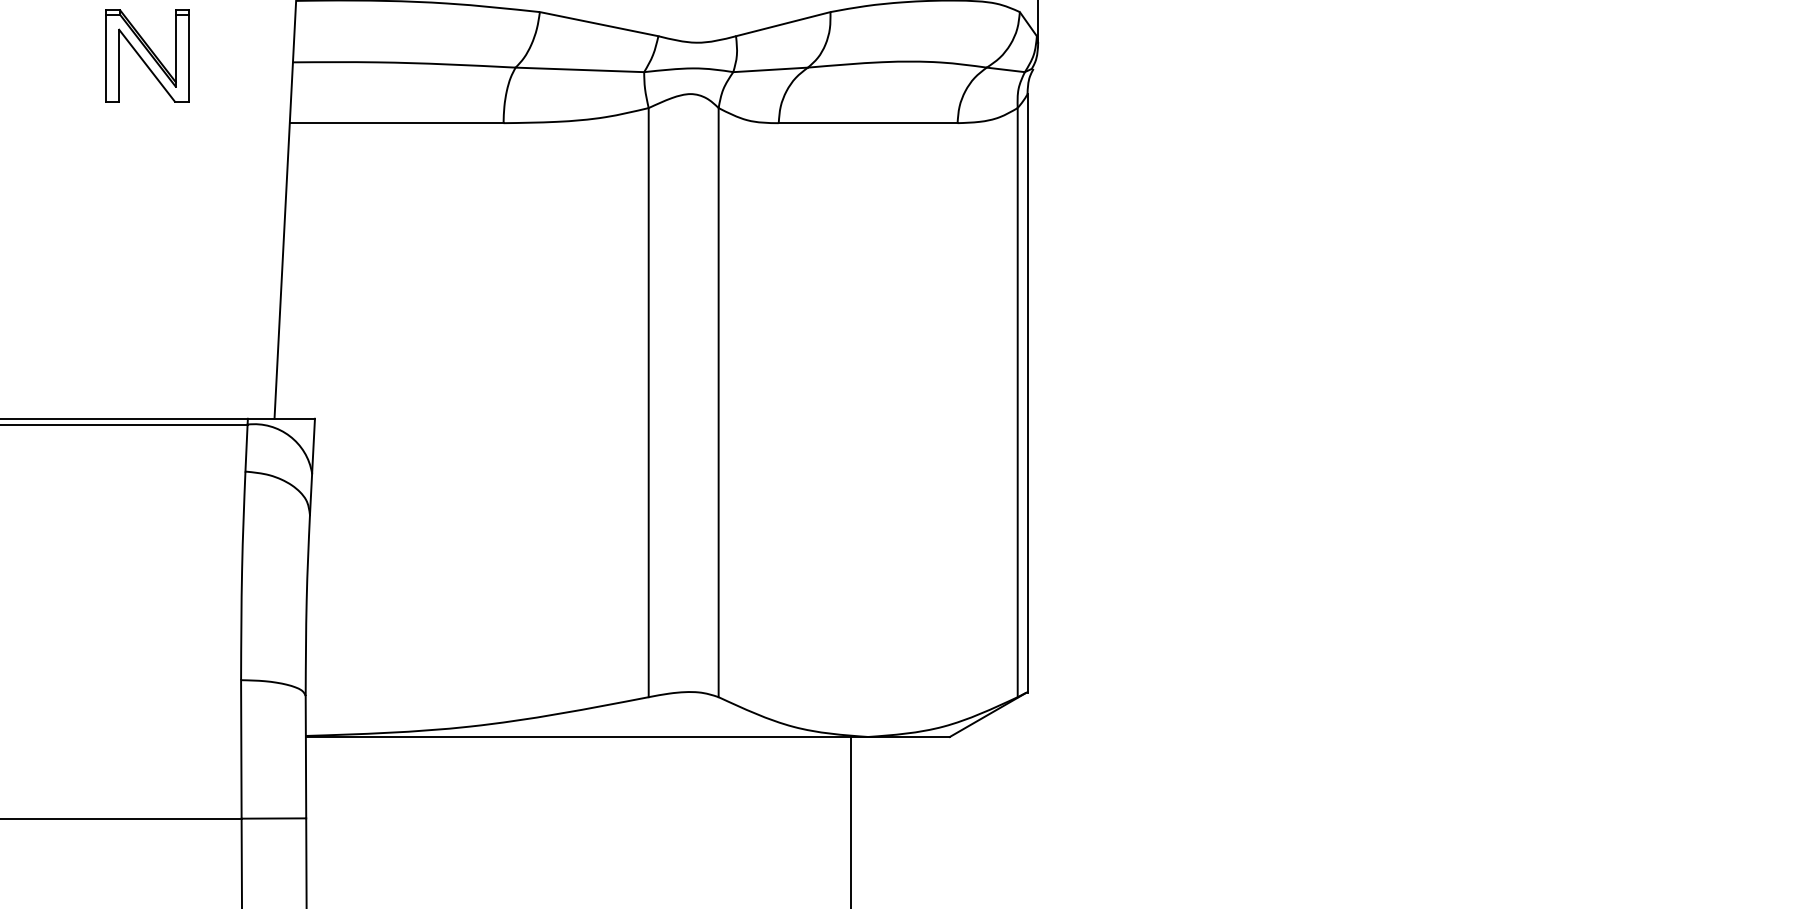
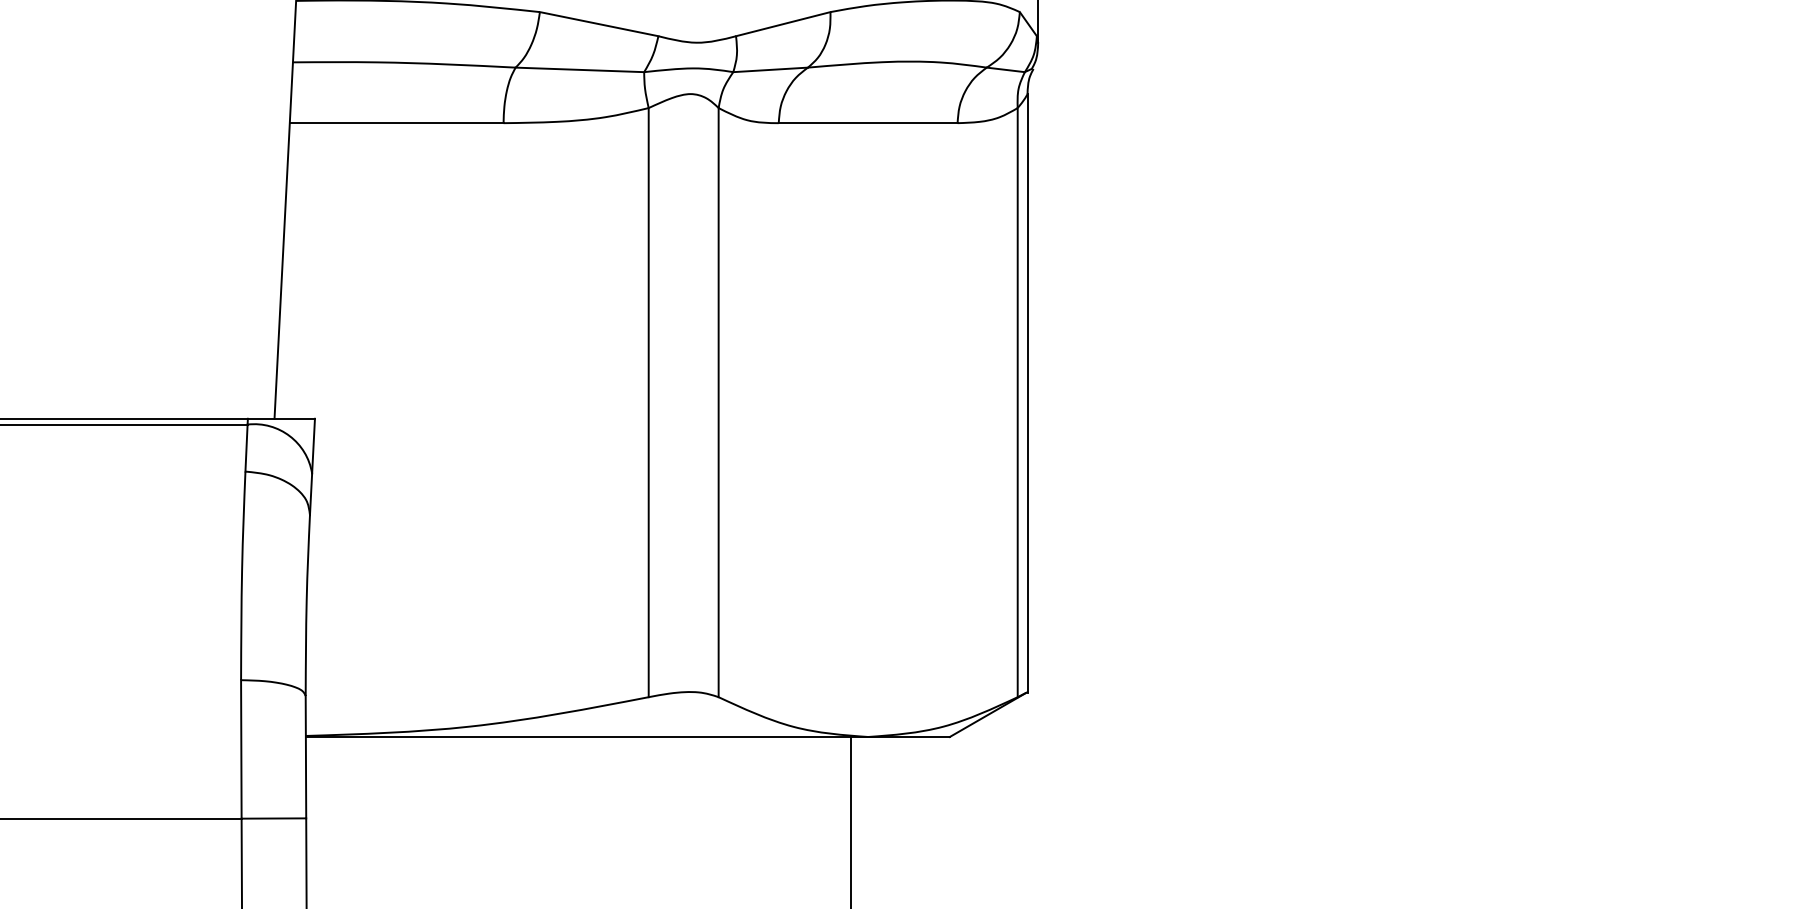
part at (147, 55): present -> none
